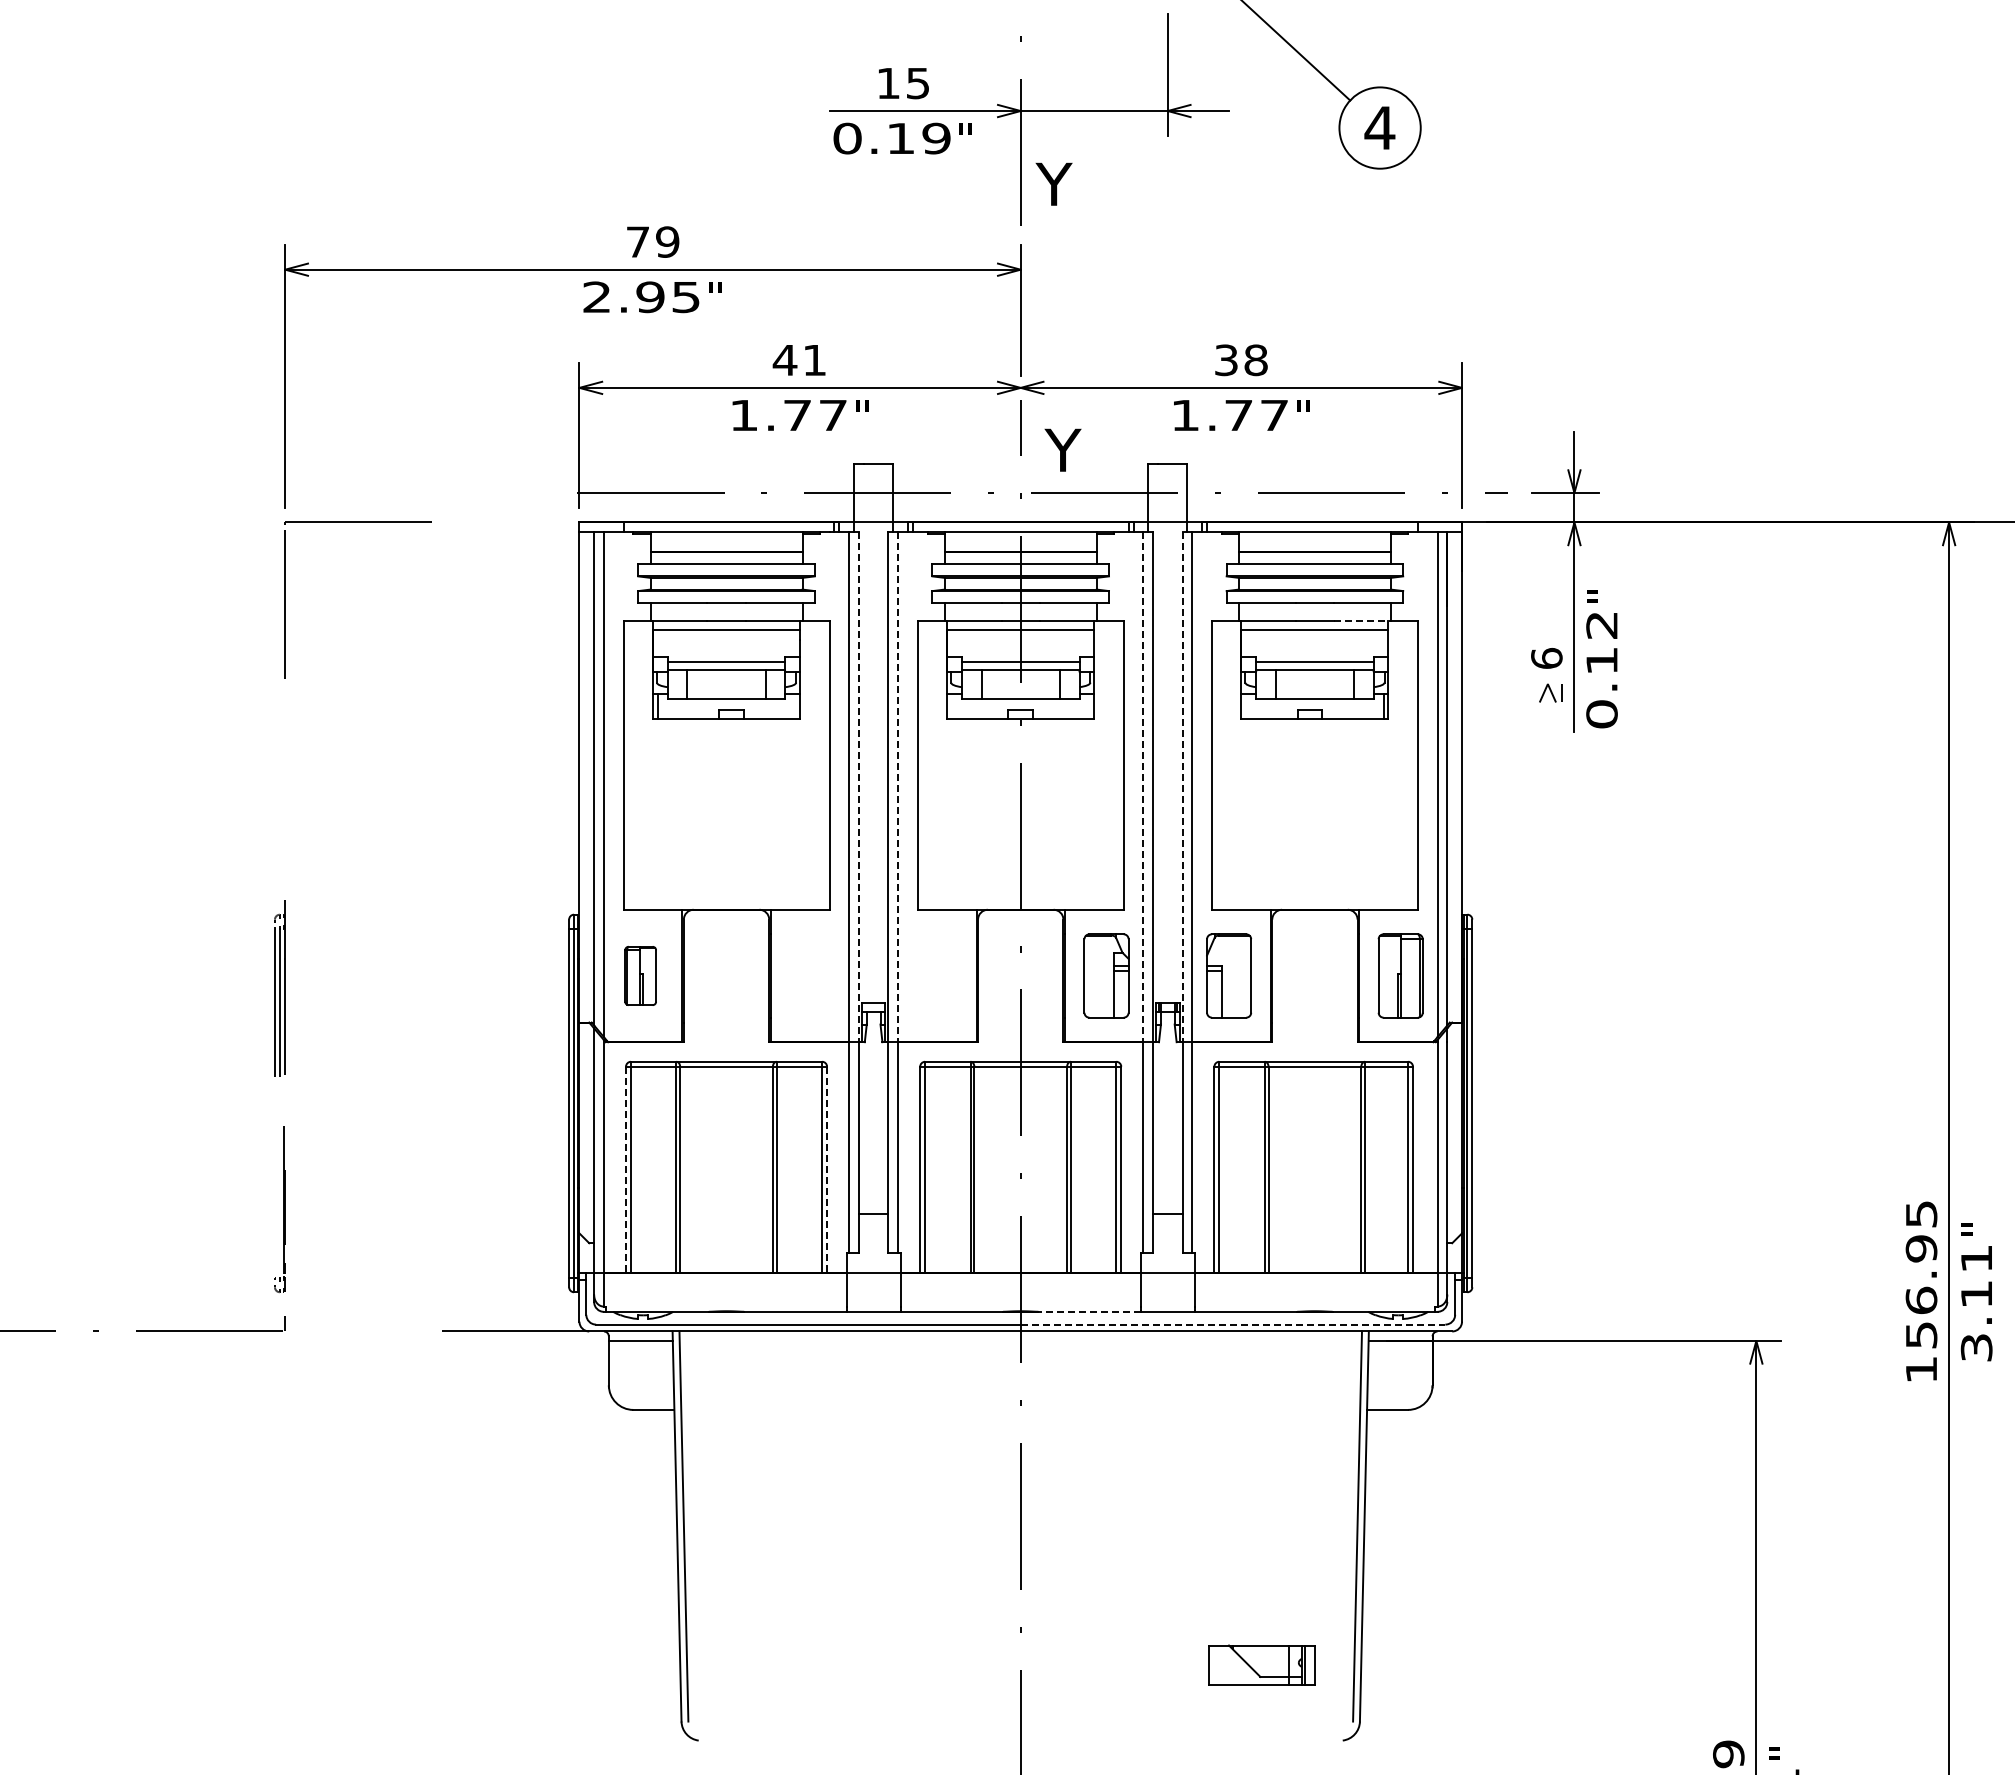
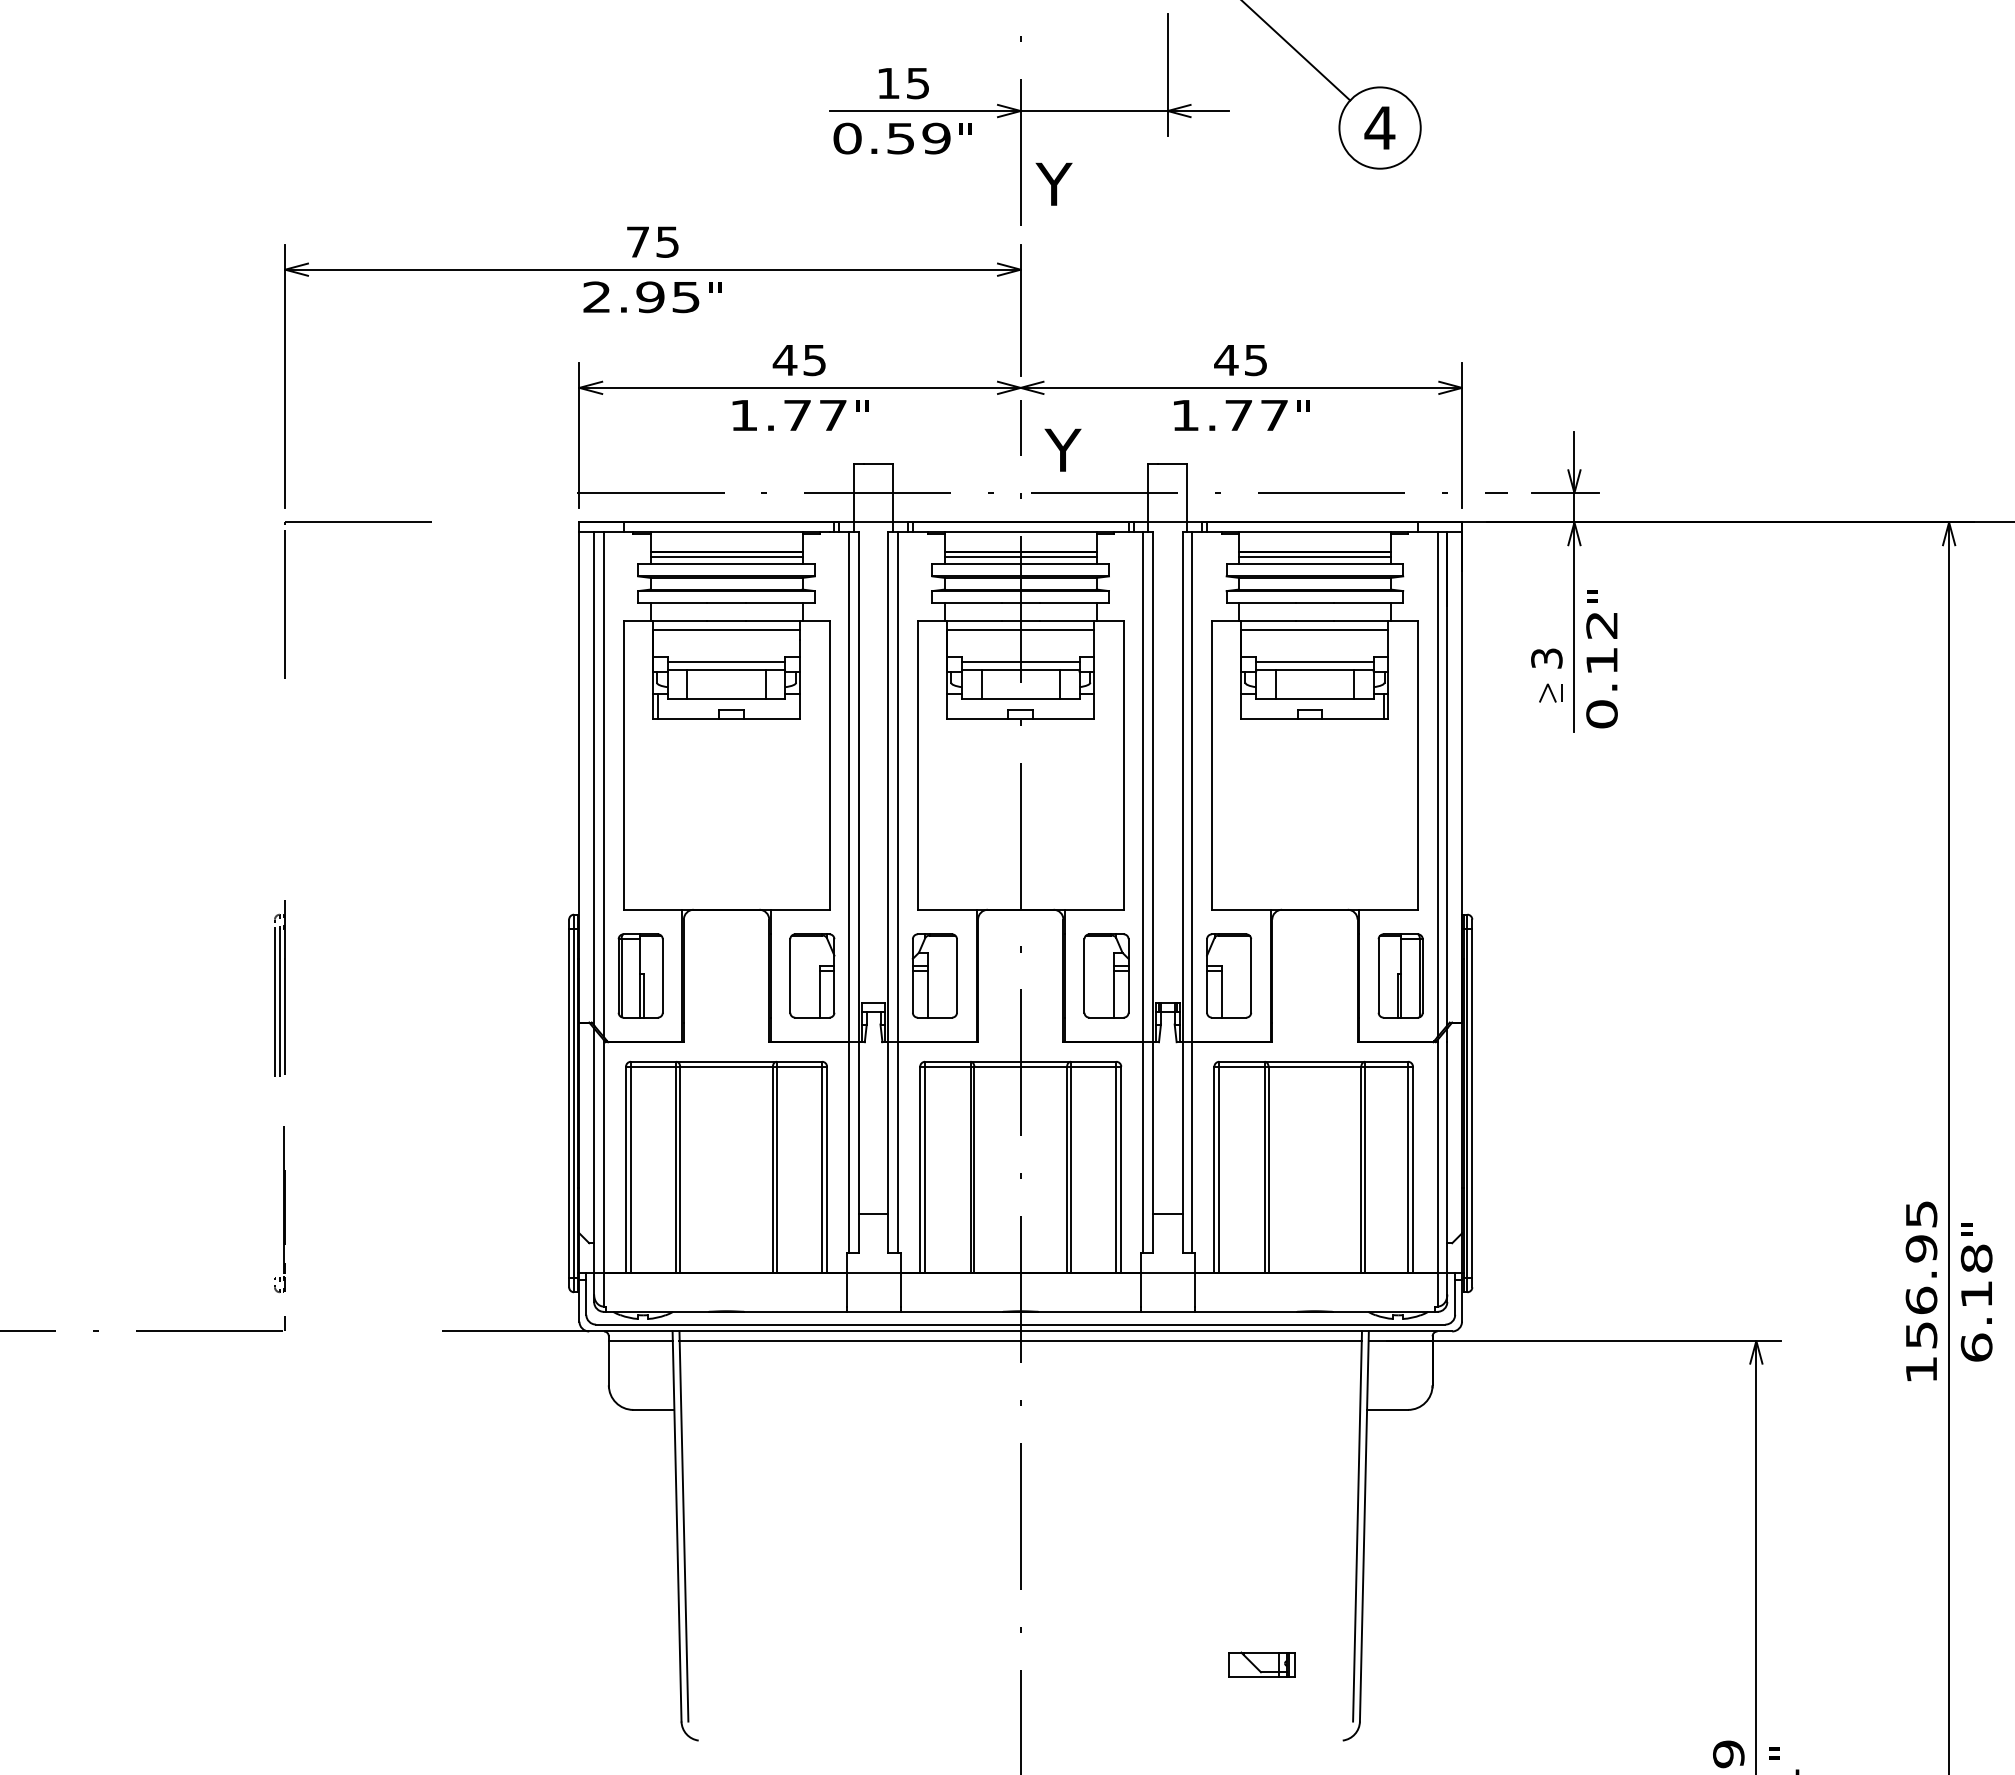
text at (900, 138): 0.19 -> 0.59
text at (667, 241): 79 -> 75
text at (814, 360): 41 -> 45
text at (1240, 360): 38 -> 45
line at (726, 556): none -> present
line at (1020, 556): none -> present
line at (1314, 556): none -> present
line at (1363, 620): dashed -> solid
text at (1546, 657): 6 -> 3
line at (858, 787): dashed -> solid
line at (898, 787): dashed -> solid
line at (1143, 787): dashed -> solid
line at (1182, 787): dashed -> solid
part at (640, 975) size: 33x60 px -> 47x86 px
part at (812, 975): none -> present
part at (934, 975): none -> present
line at (626, 1169): dashed -> solid
line at (827, 1169): dashed -> solid
text at (1976, 1302): 3.11 -> 6.18
line at (1089, 1311): dashed -> solid
line at (1233, 1324): dashed -> solid
line at (1020, 1340): none -> present
part at (1261, 1664) size: 108x42 px -> 68x27 px
